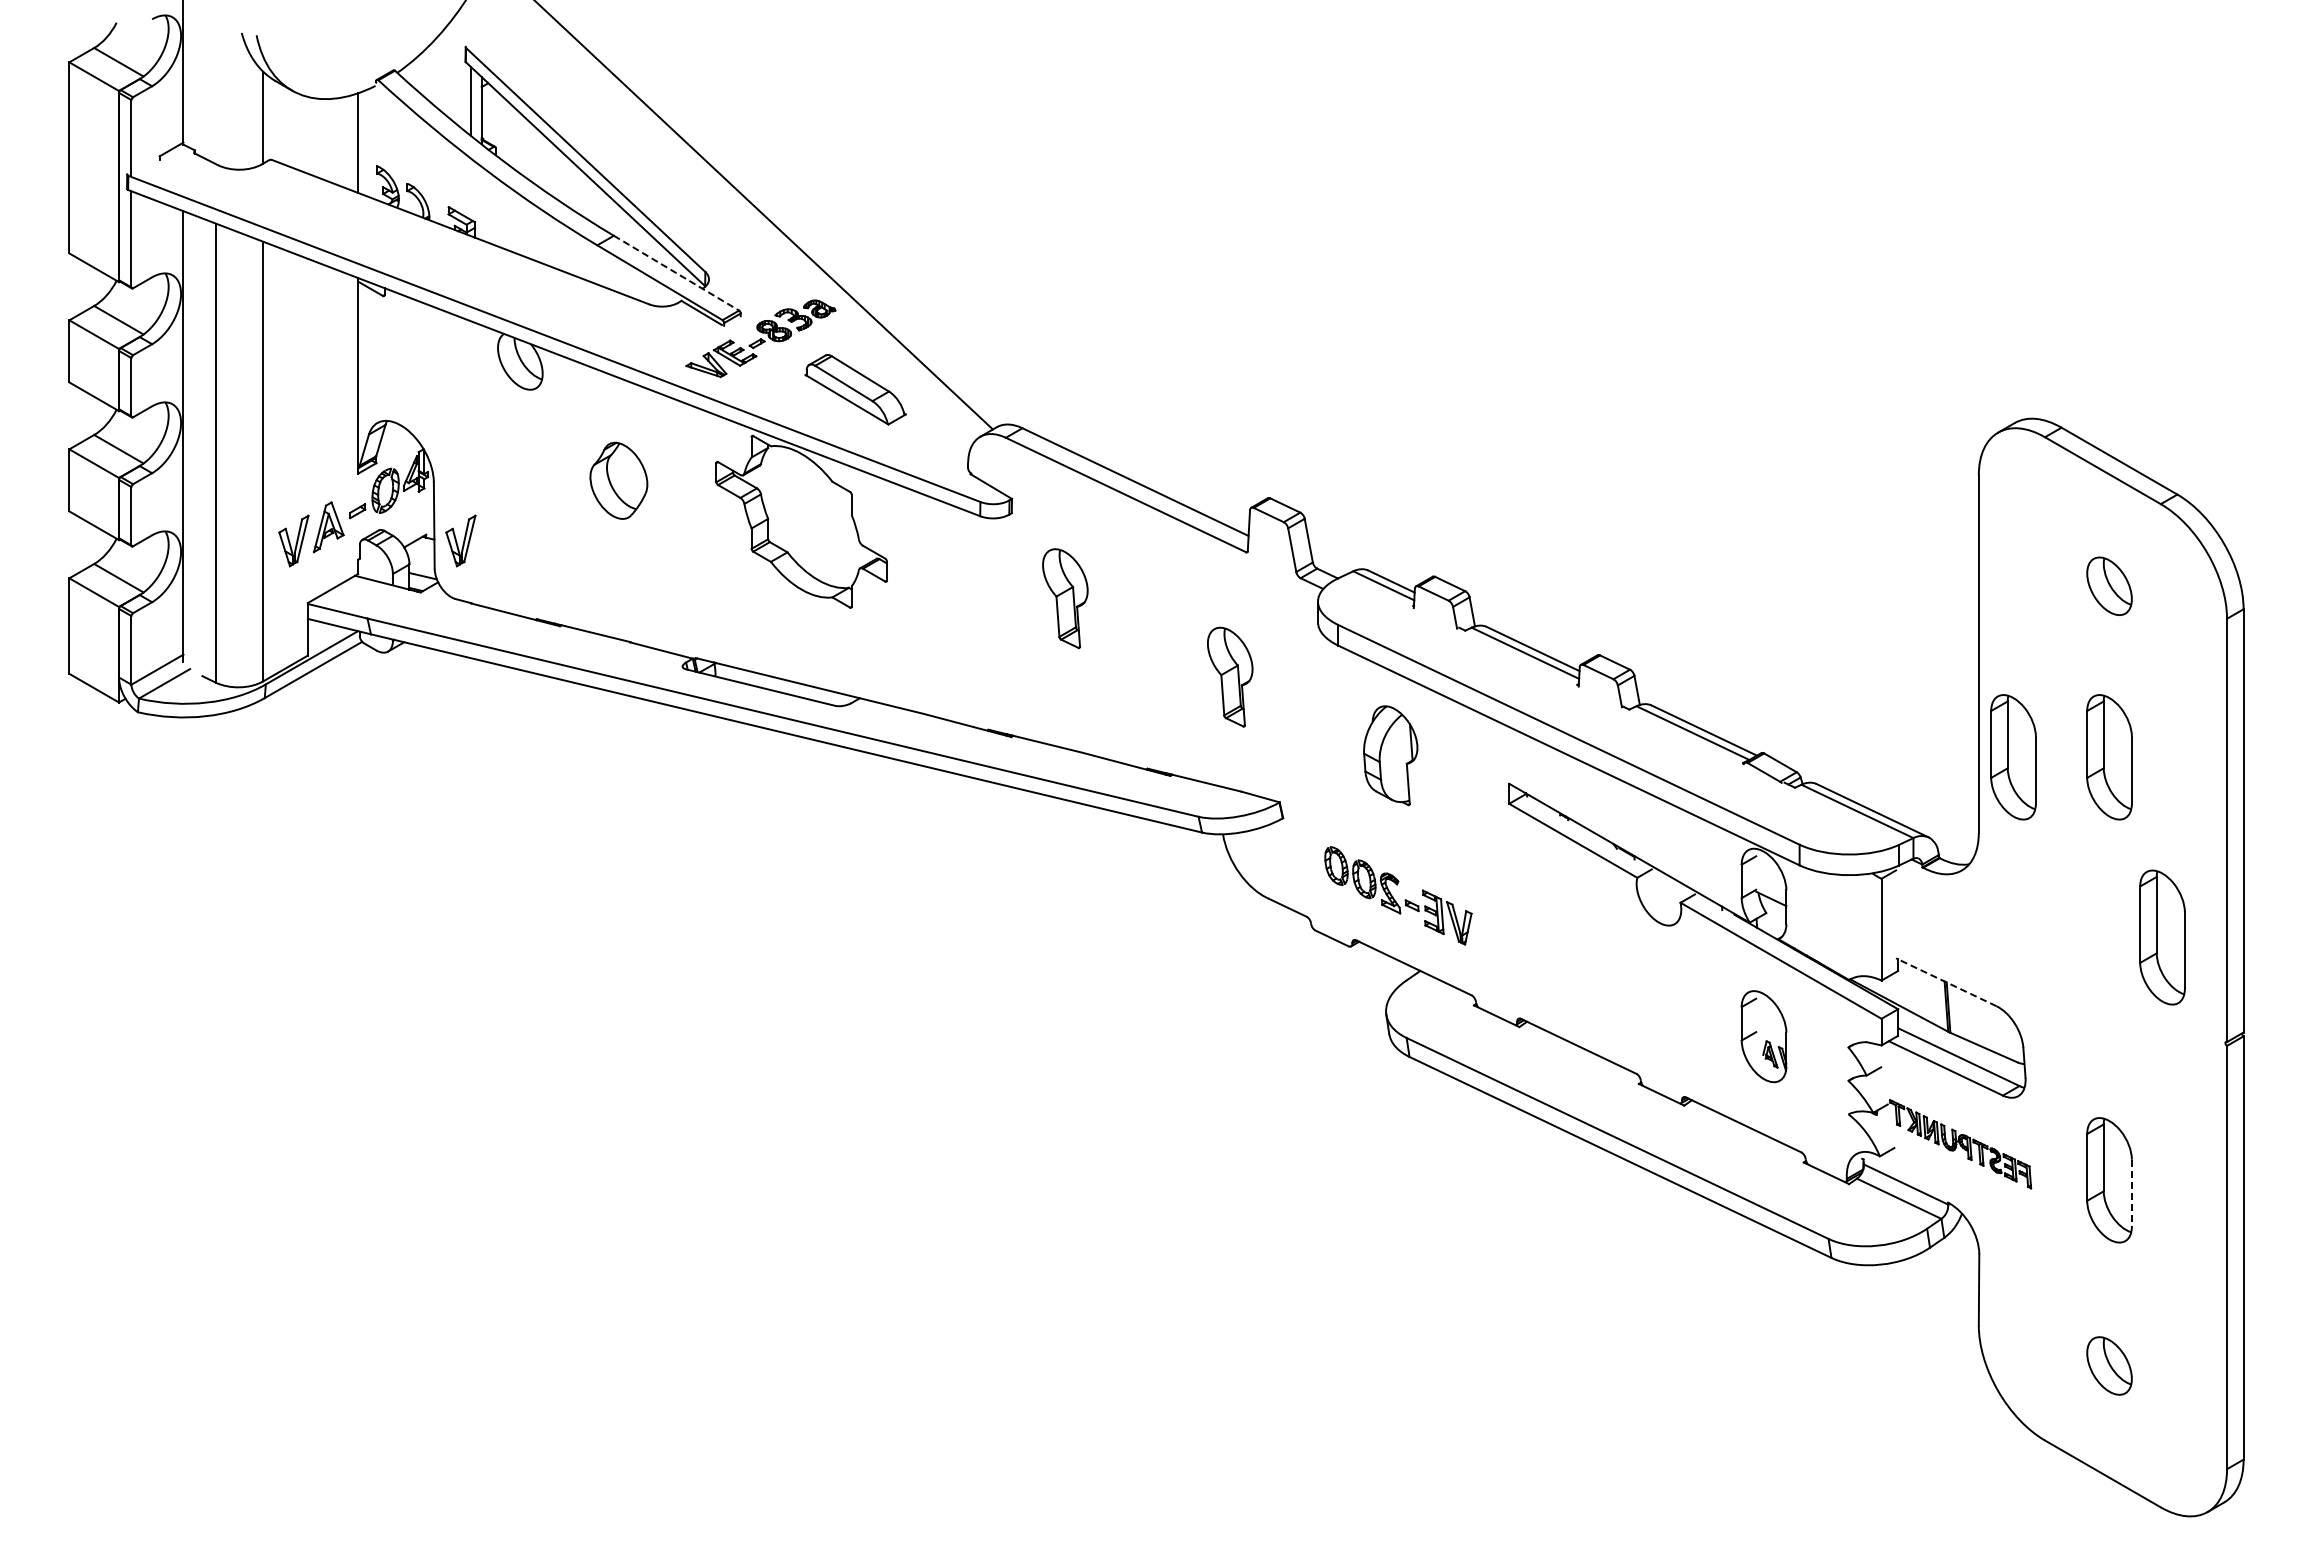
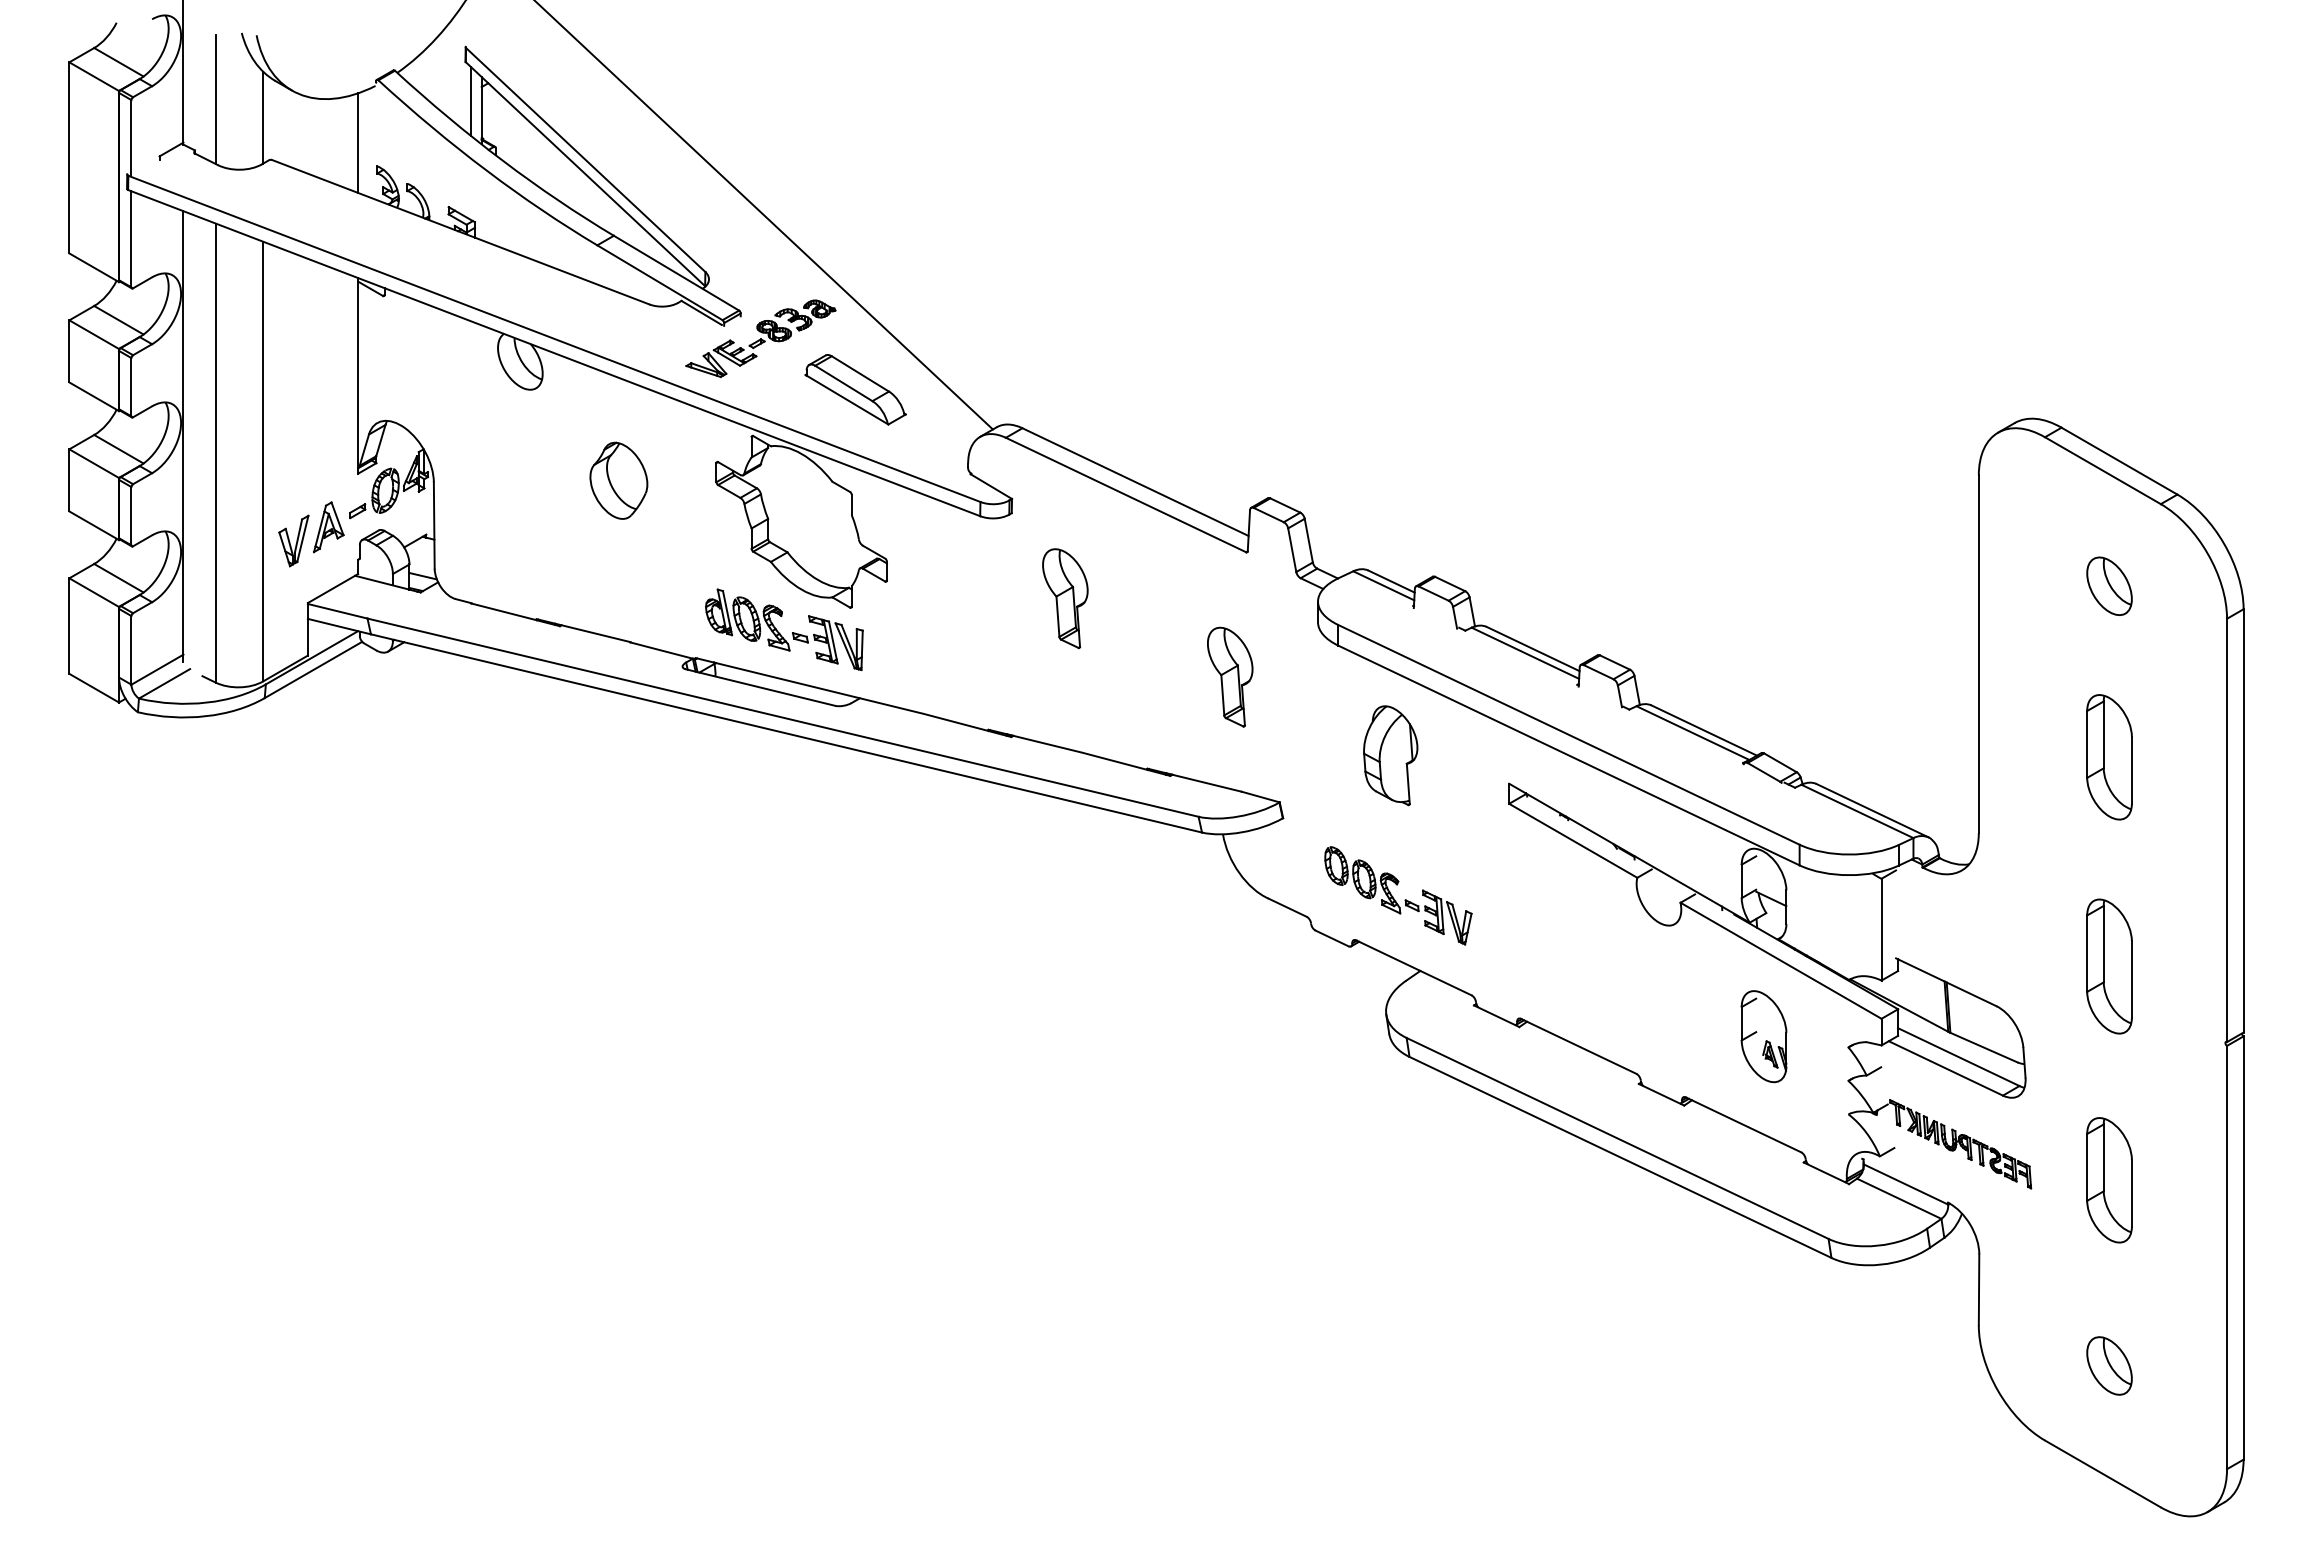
line at (215, 99): none -> present
line at (676, 273): dashed -> solid
part at (460, 540): present -> none
part at (784, 629): none -> present
part at (2013, 757): present -> none
part at (2162, 937) position: (2162, 937) -> (2109, 966)
line at (1946, 982): dashed -> solid
line at (2131, 1193): dashed -> solid
